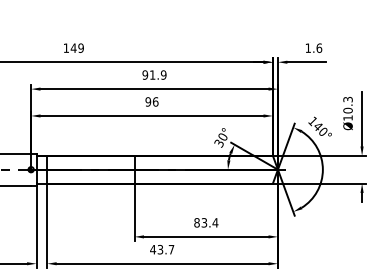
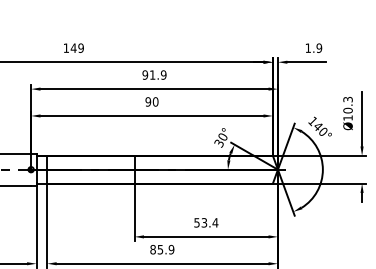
text at (319, 47): 1.6 -> 1.9
text at (155, 101): 96 -> 90
text at (196, 222): 83.4 -> 53.4
text at (162, 249): 43.7 -> 85.9
